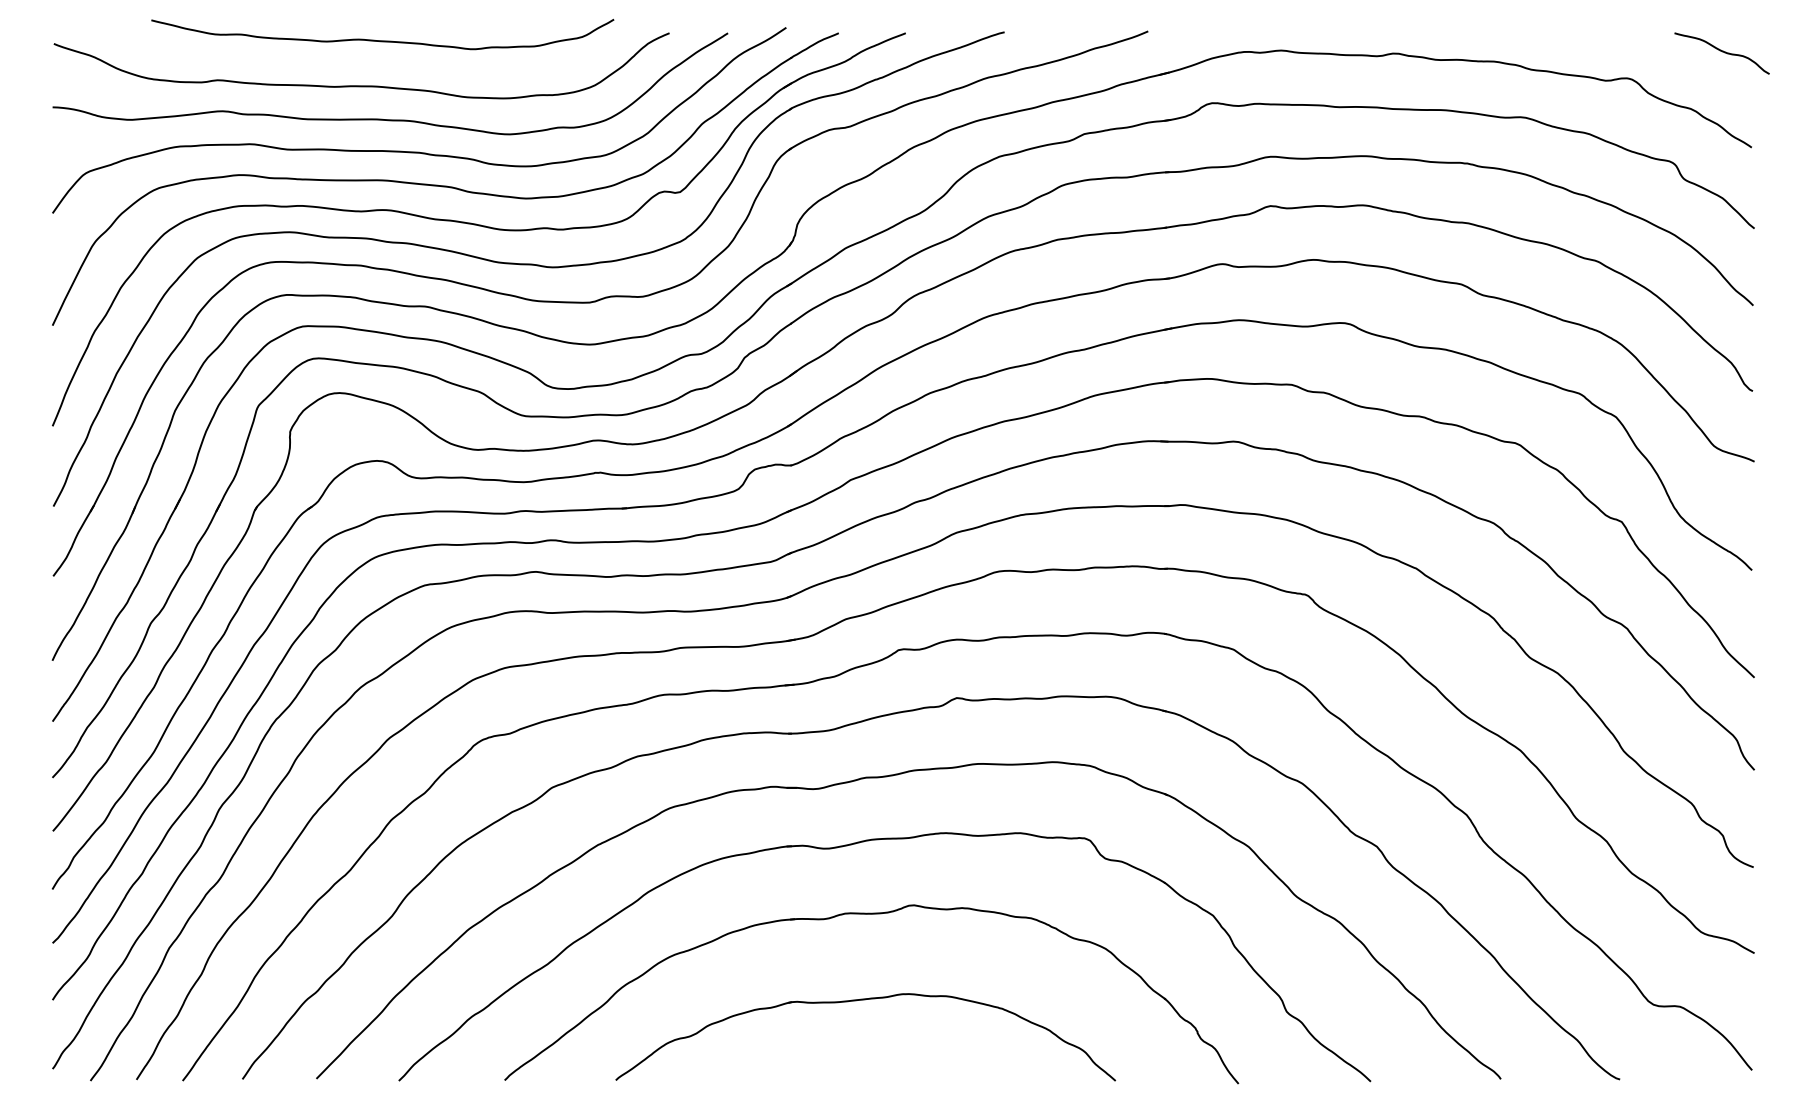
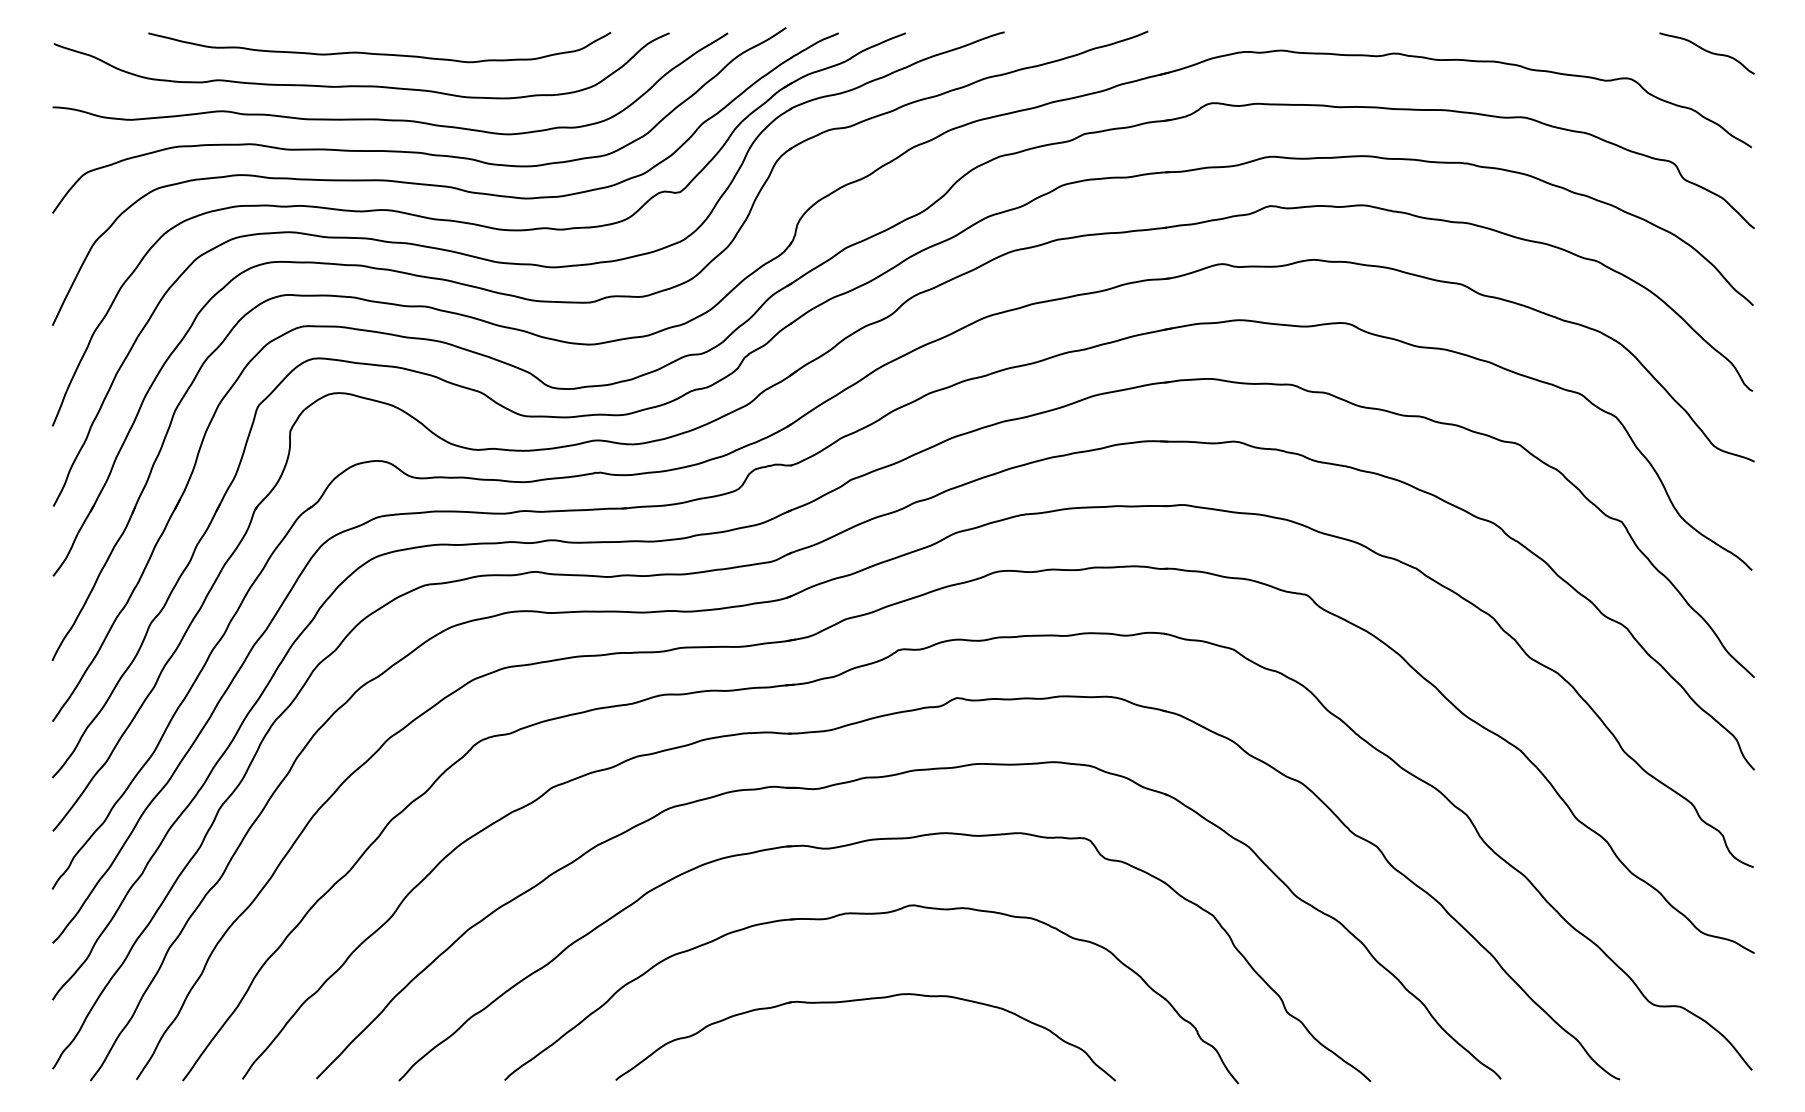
curve at (382, 40) position: (382, 40) -> (379, 53)
curve at (1722, 52) position: (1722, 52) -> (1707, 52)
